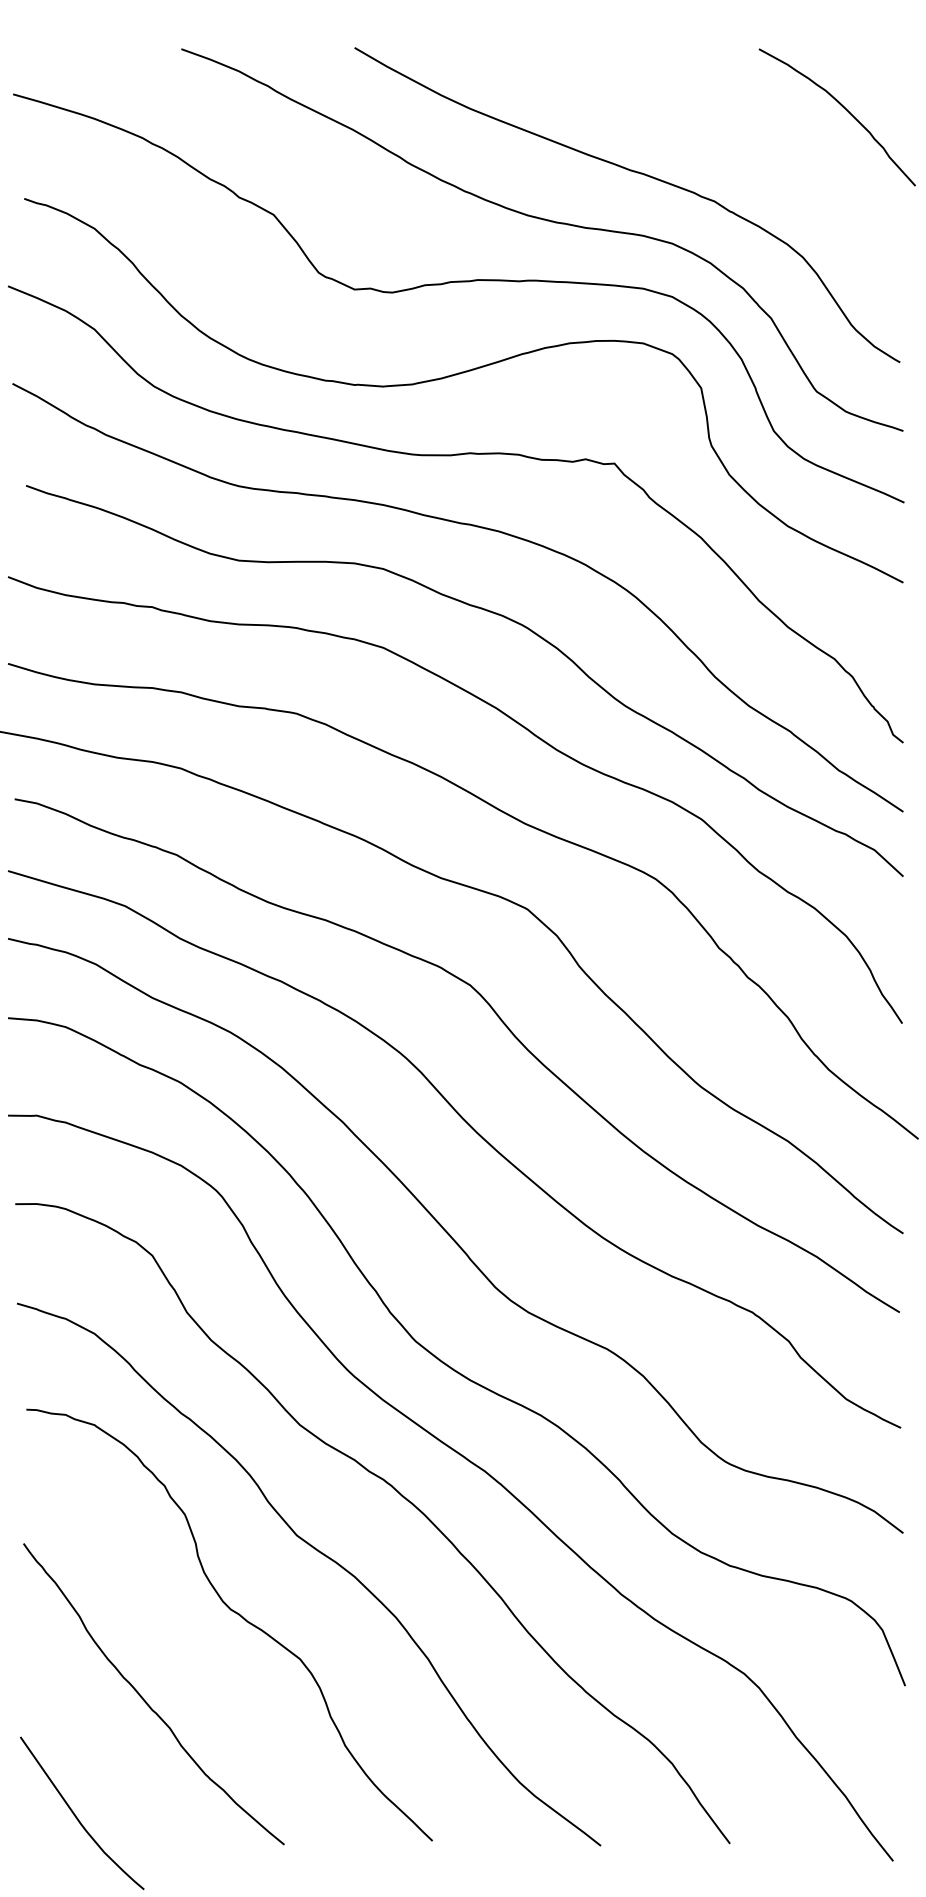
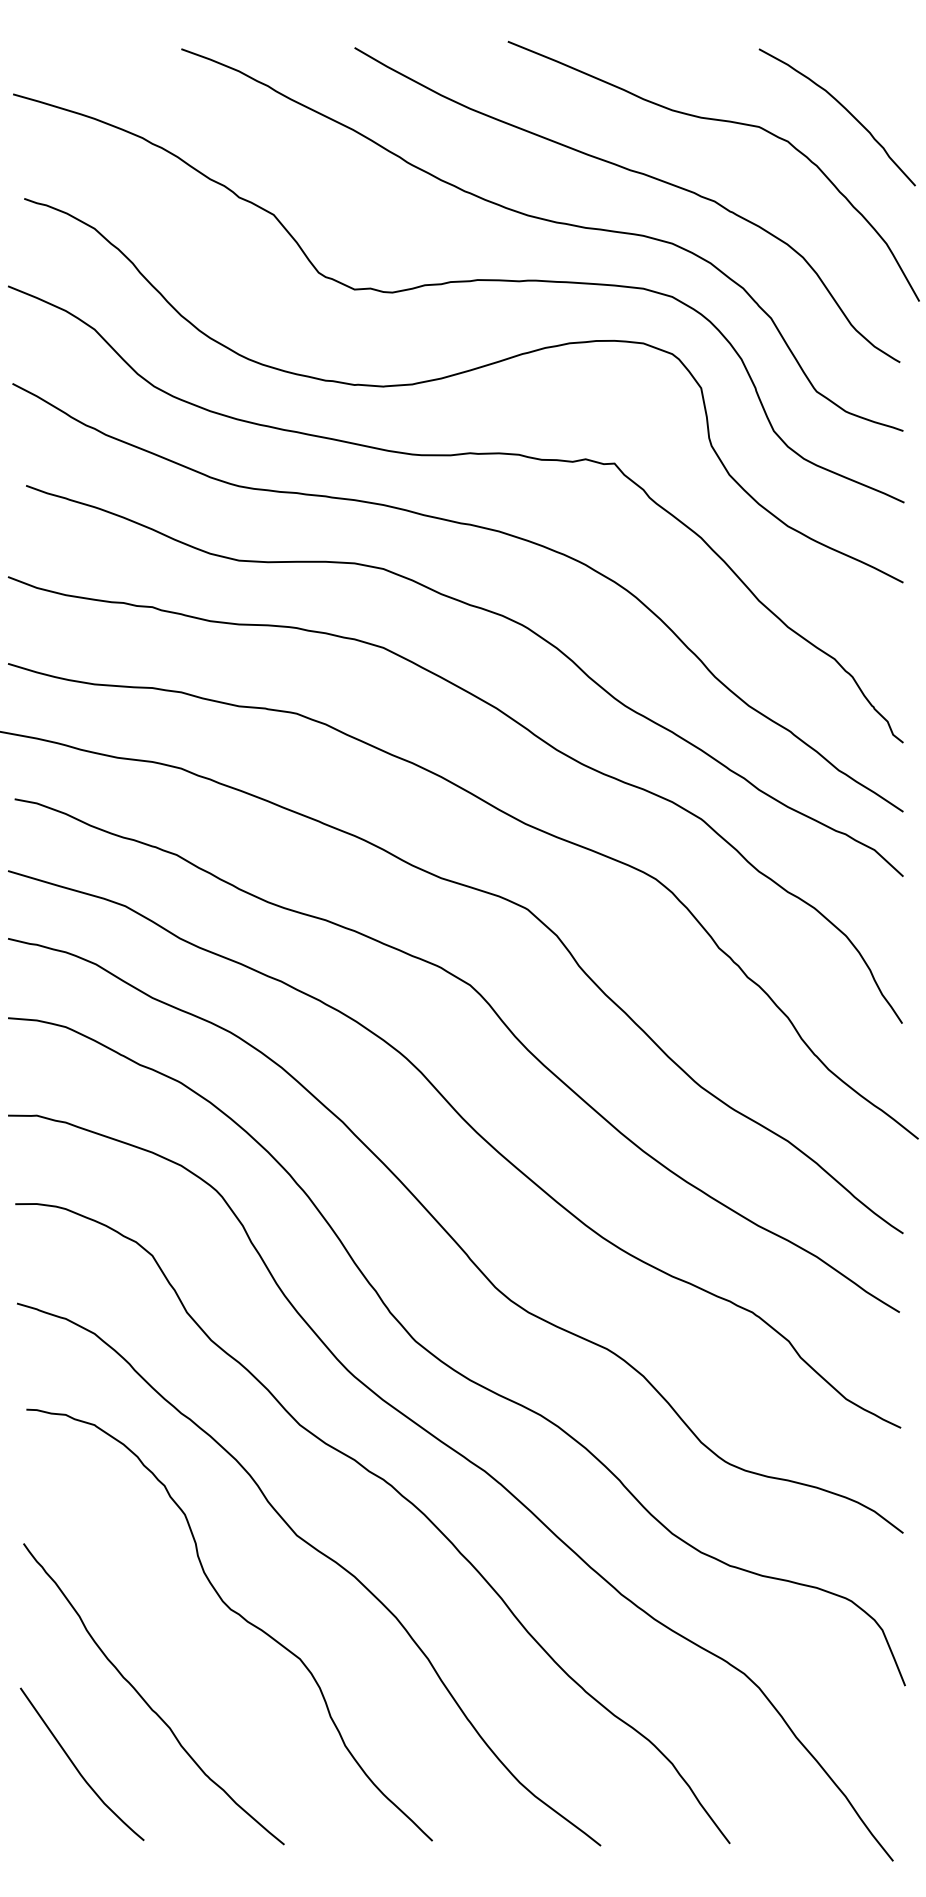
curve at (719, 121): none -> present
curve at (76, 1815) position: (76, 1815) -> (76, 1766)
